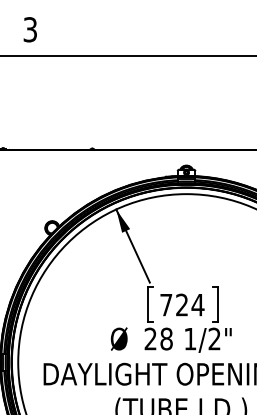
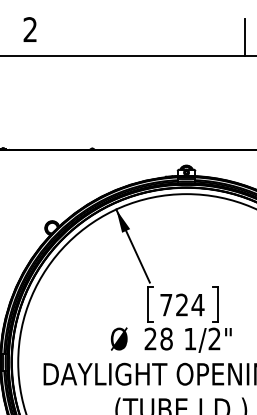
text at (29, 29): 3 -> 2
line at (245, 36): none -> present
